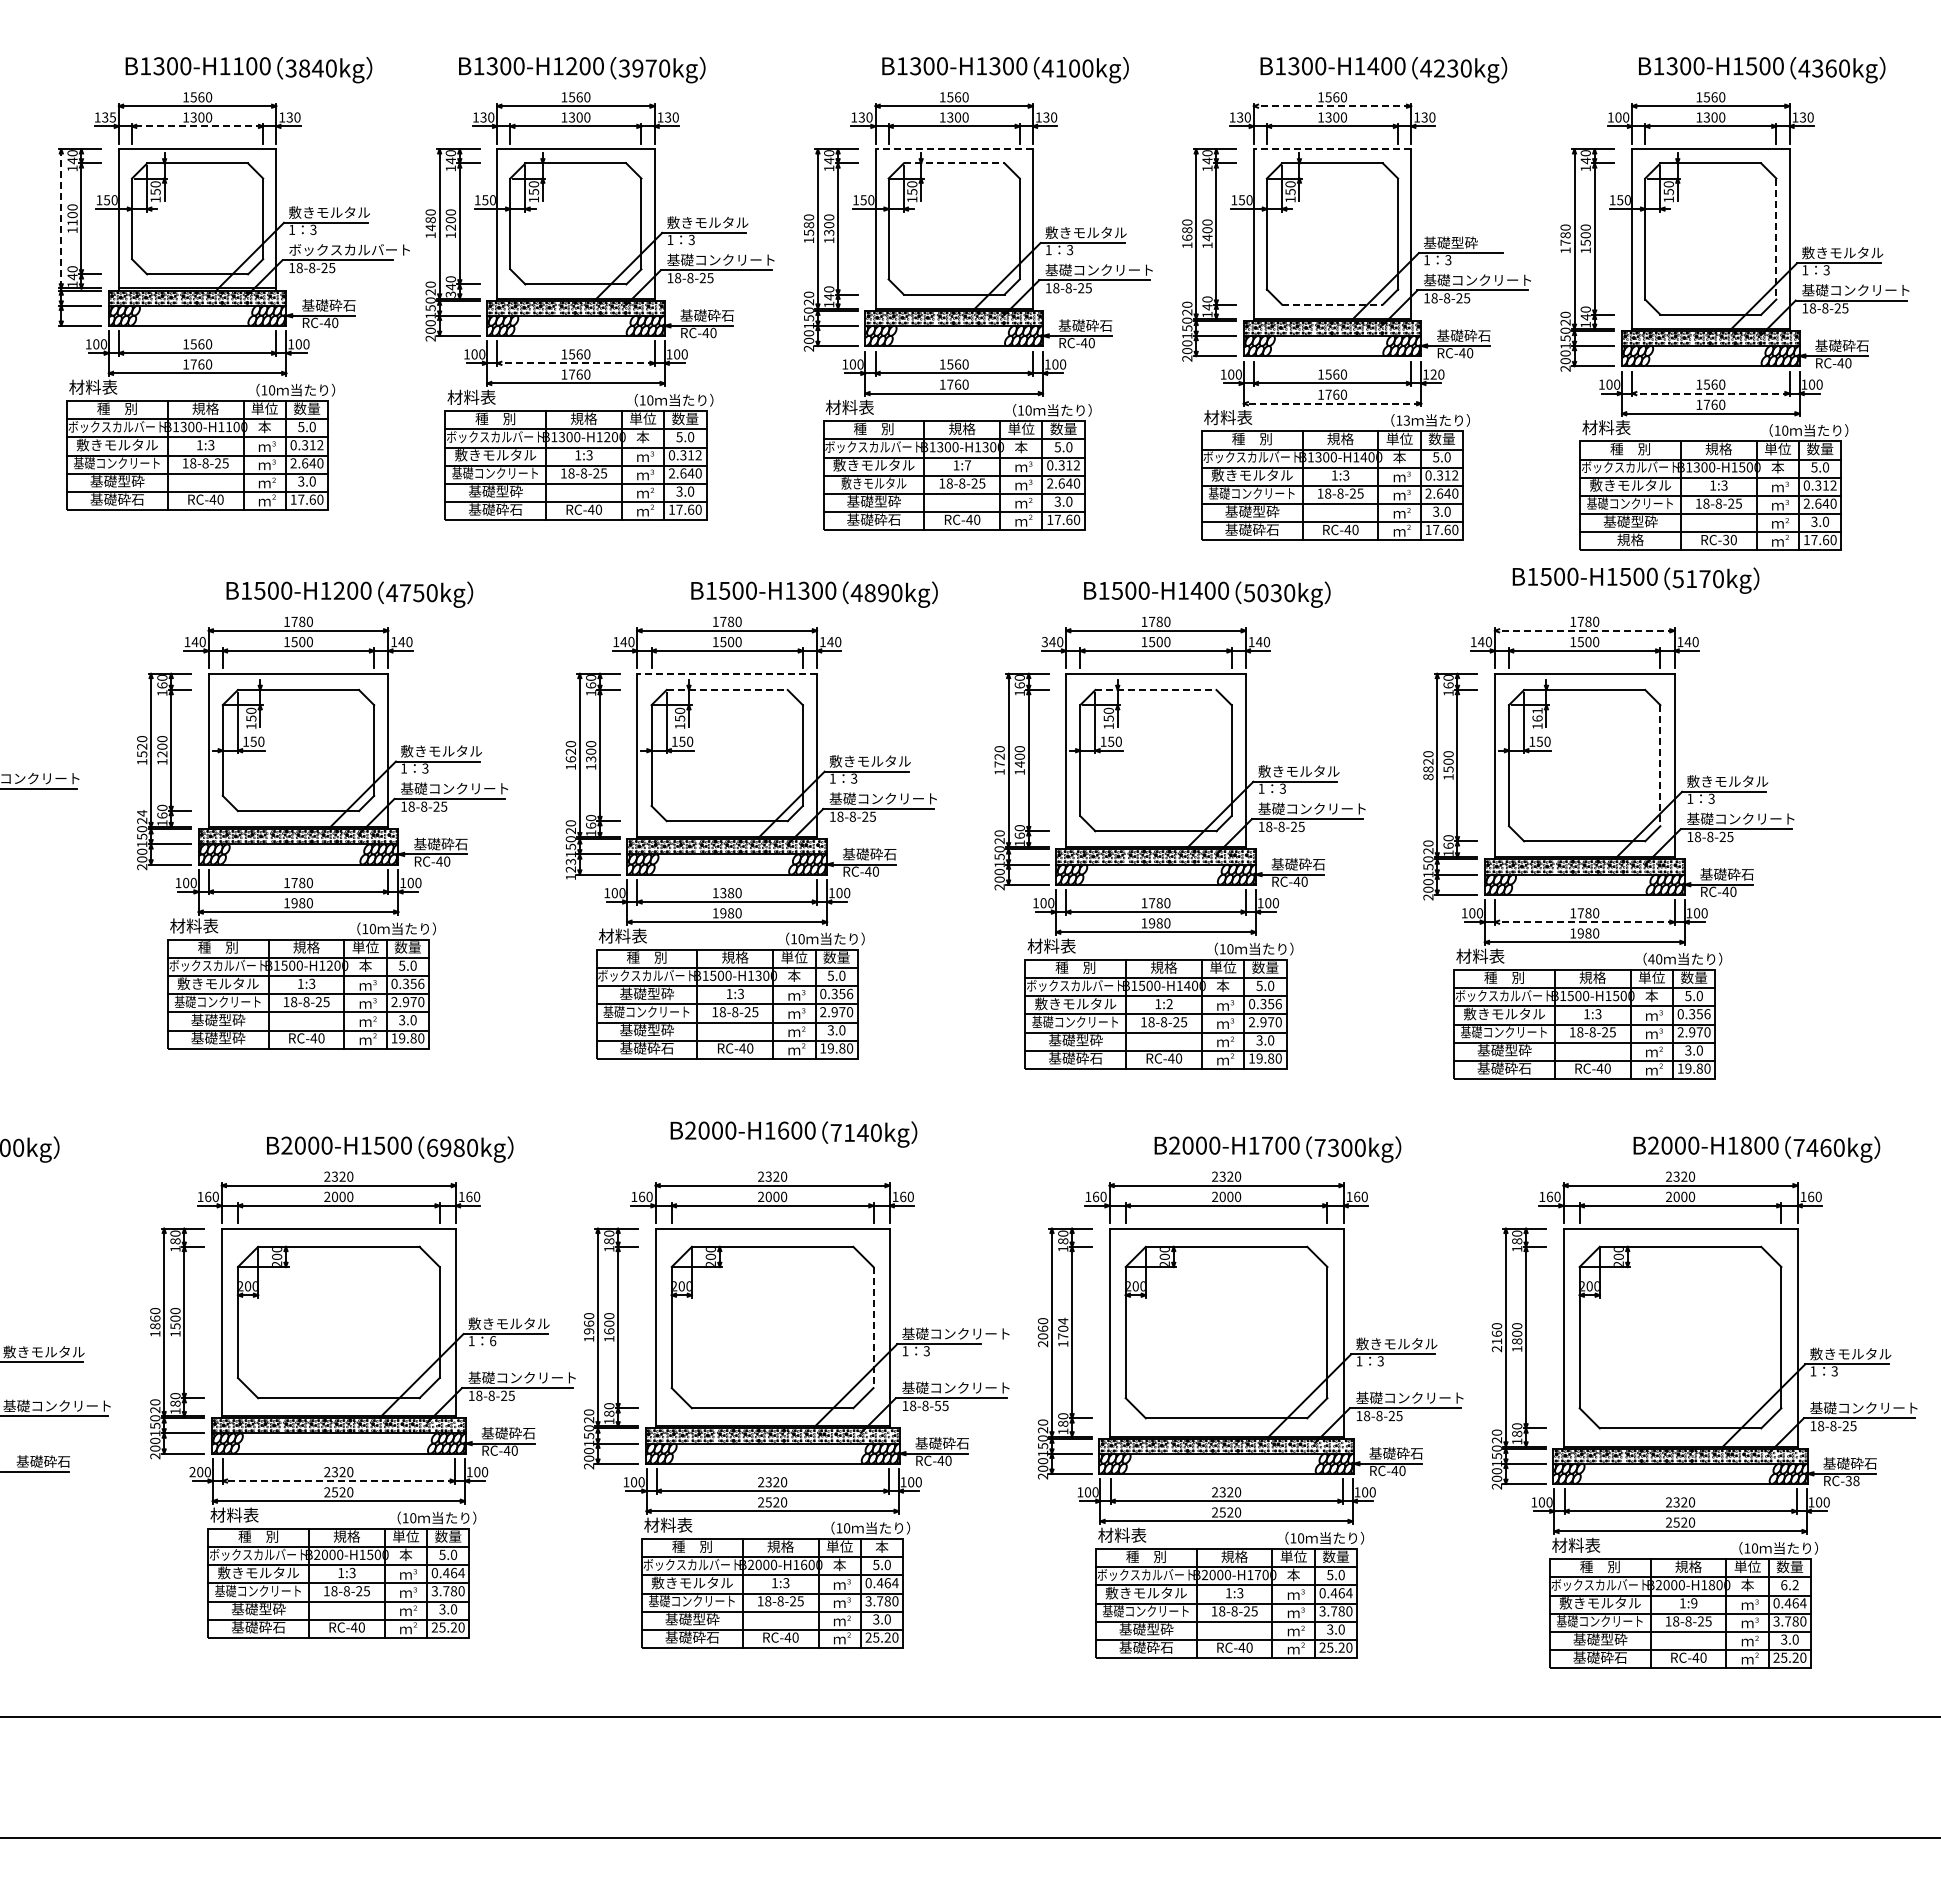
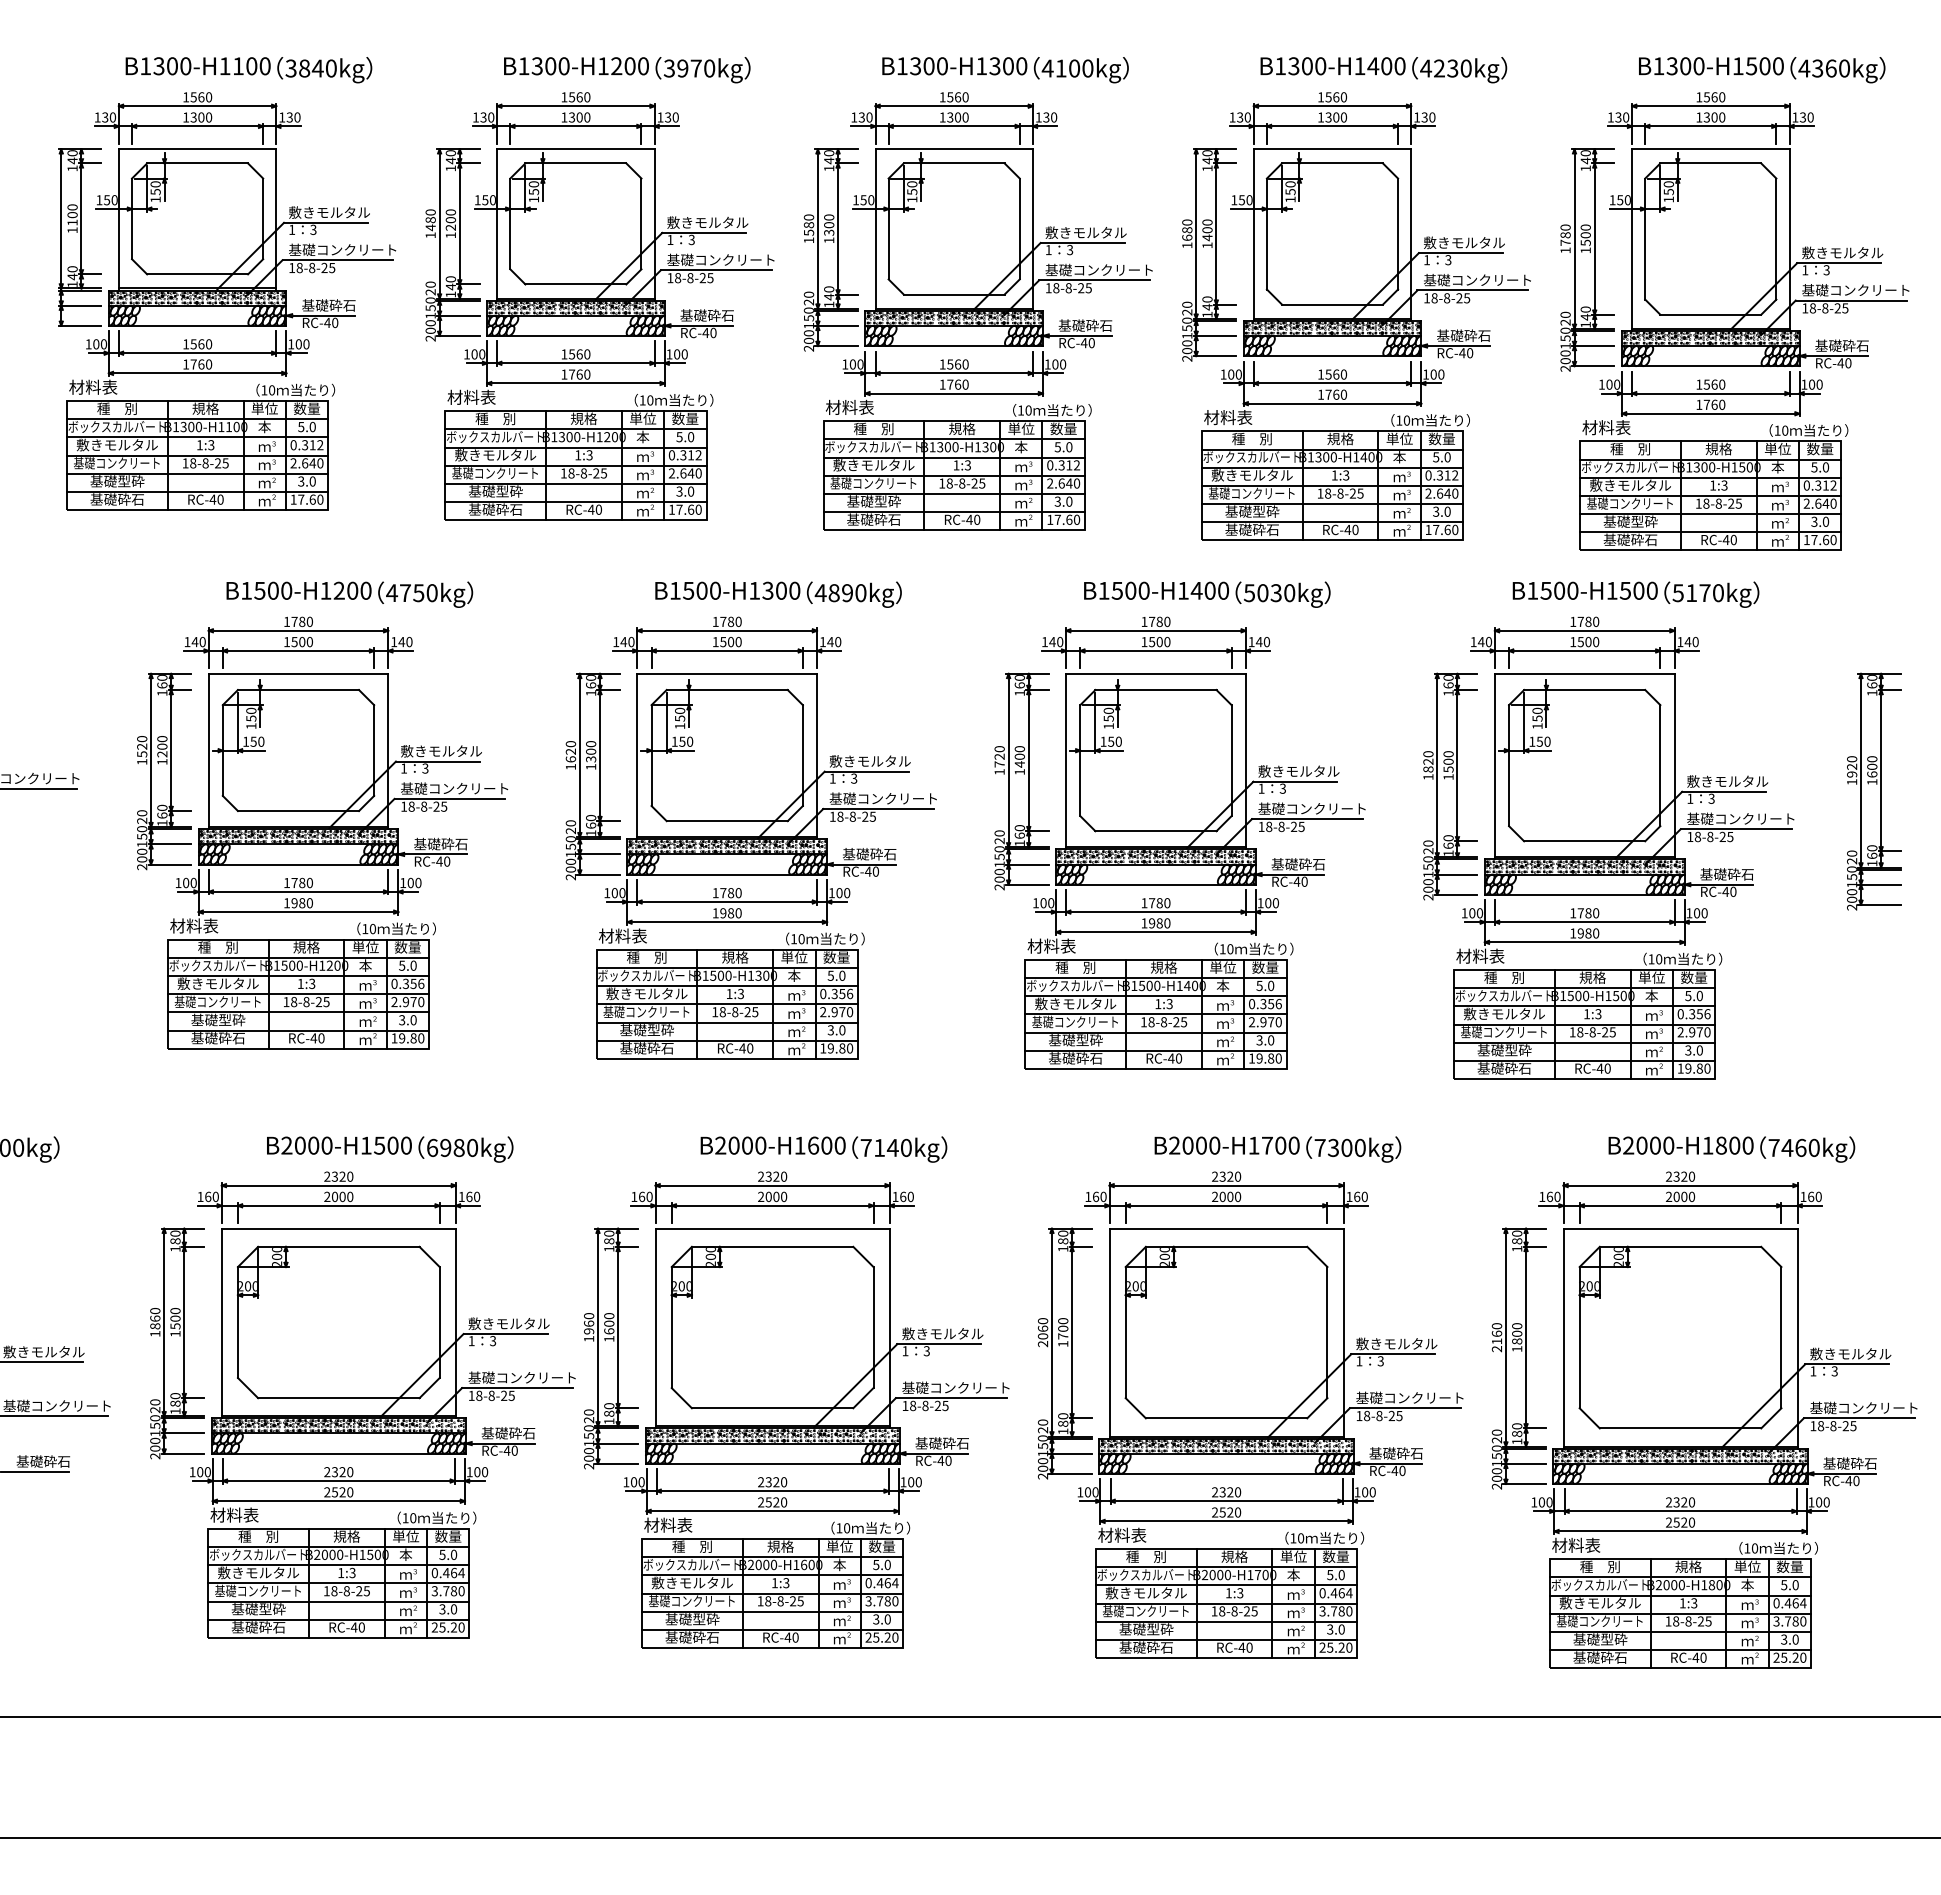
text at (582, 70) position: (582, 70) -> (627, 70)
line at (1332, 106): dashed -> solid
text at (112, 117): 135 -> 130
text at (1618, 117): 100 -> 130
line at (197, 126): dashed -> solid
line at (954, 149): dashed -> solid
line at (1332, 149): dashed -> solid
line at (954, 163): dashed -> solid
line at (61, 218): dashed -> solid
line at (1776, 239): dashed -> solid
text at (1463, 242): 基礎型砕 -> 敷きモルタル
text at (349, 249): ボックスカルバート -> 基礎コンクリート
text at (450, 294): 340 -> 140
line at (1333, 304): dashed -> solid
line at (575, 363): dashed -> solid
text at (1433, 374): 120 -> 100
line at (1710, 393): dashed -> solid
line at (1332, 403): dashed -> solid
text at (1406, 420): 13 -> 10
text at (967, 465): 1:7 -> 1:3
text at (873, 483): 敷きモルタル -> 基礎コンクリート
text at (1630, 539): 規格 -> 基礎砕石
text at (1725, 539): RC-30 -> RC-40
text at (1635, 580) position: (1635, 580) -> (1635, 594)
text at (814, 594) position: (814, 594) -> (778, 594)
line at (1584, 630): dashed -> solid
text at (1044, 641): 340 -> 140
line at (727, 673): dashed -> solid
line at (727, 690): dashed -> solid
line at (1155, 690): dashed -> solid
text at (1537, 714): 161 -> 150
line at (1660, 765): dashed -> solid
text at (1428, 777): 8820 -> 1820
part at (1874, 791): none -> present
text at (142, 813): 24 -> 20
text at (570, 869): 123 -> 200
text at (723, 893): 1380 -> 1780
line at (1584, 922): dashed -> solid
text at (1651, 959): 40 -> 10
text at (646, 993): 基礎型砕 -> 敷きモルタル
text at (1169, 1004): 1:2 -> 1:3
text at (231, 1038): 基礎型砕 -> 基礎砕石
text at (793, 1134) position: (793, 1134) -> (823, 1149)
text at (1756, 1149) position: (1756, 1149) -> (1731, 1149)
text at (1063, 1320): 1704 -> 1700
line at (873, 1327): dashed -> solid
text at (955, 1333): 基礎コンクリート -> 敷きモルタル
text at (493, 1341): 6 -> 3
text at (937, 1405): 18-8-55 -> 18-8-25
text at (192, 1472): 200 -> 100
text at (1852, 1480): RC-38 -> RC-40
line at (338, 1481): dashed -> solid
text at (882, 1546): 本 -> 数量
text at (1789, 1585): 6.2 -> 5.0
text at (1694, 1603): 1:9 -> 1:3
